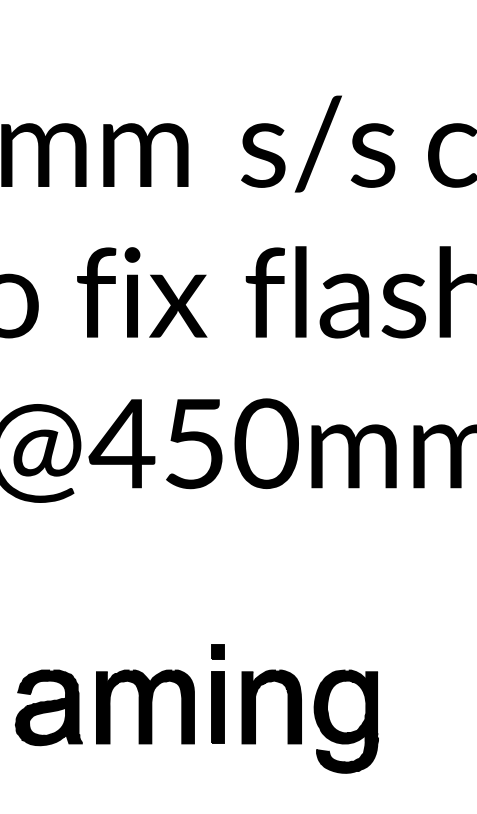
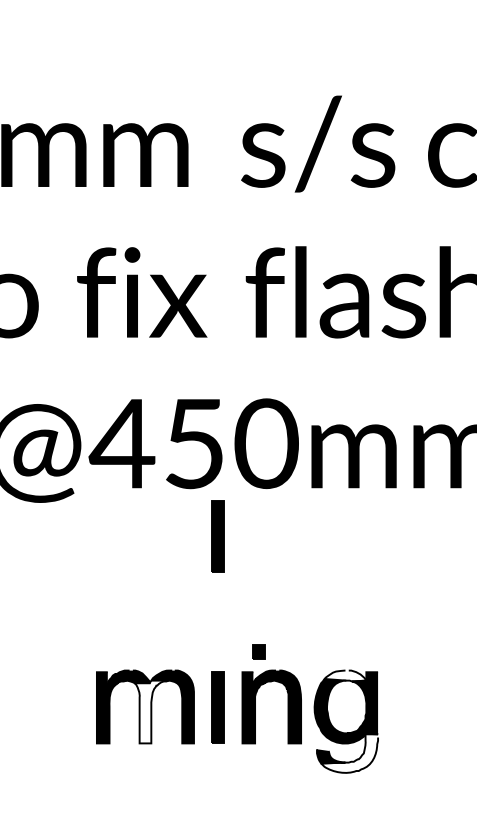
part at (217, 536): none -> present
part at (217, 651) position: (217, 651) -> (258, 651)
fill at (345, 675): present -> none
part at (48, 707): present -> none
fill at (151, 711): present -> none
fill at (349, 753): present -> none
